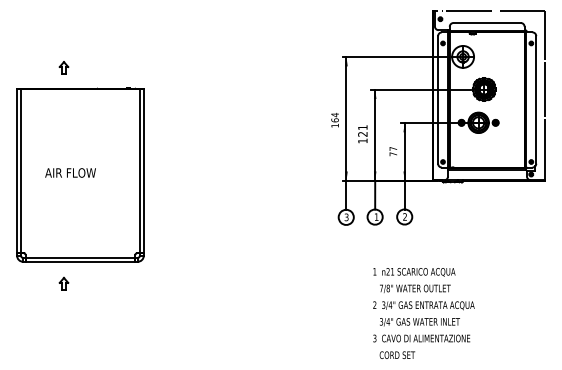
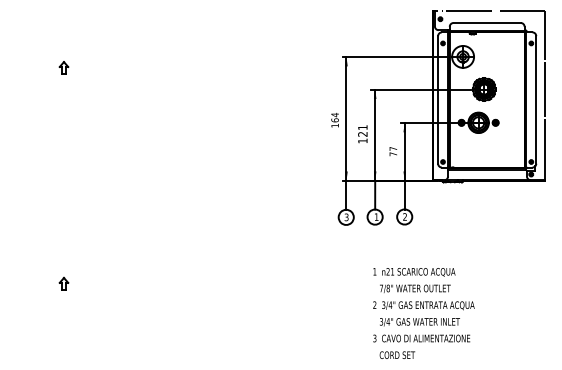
part at (80, 174): present -> none
